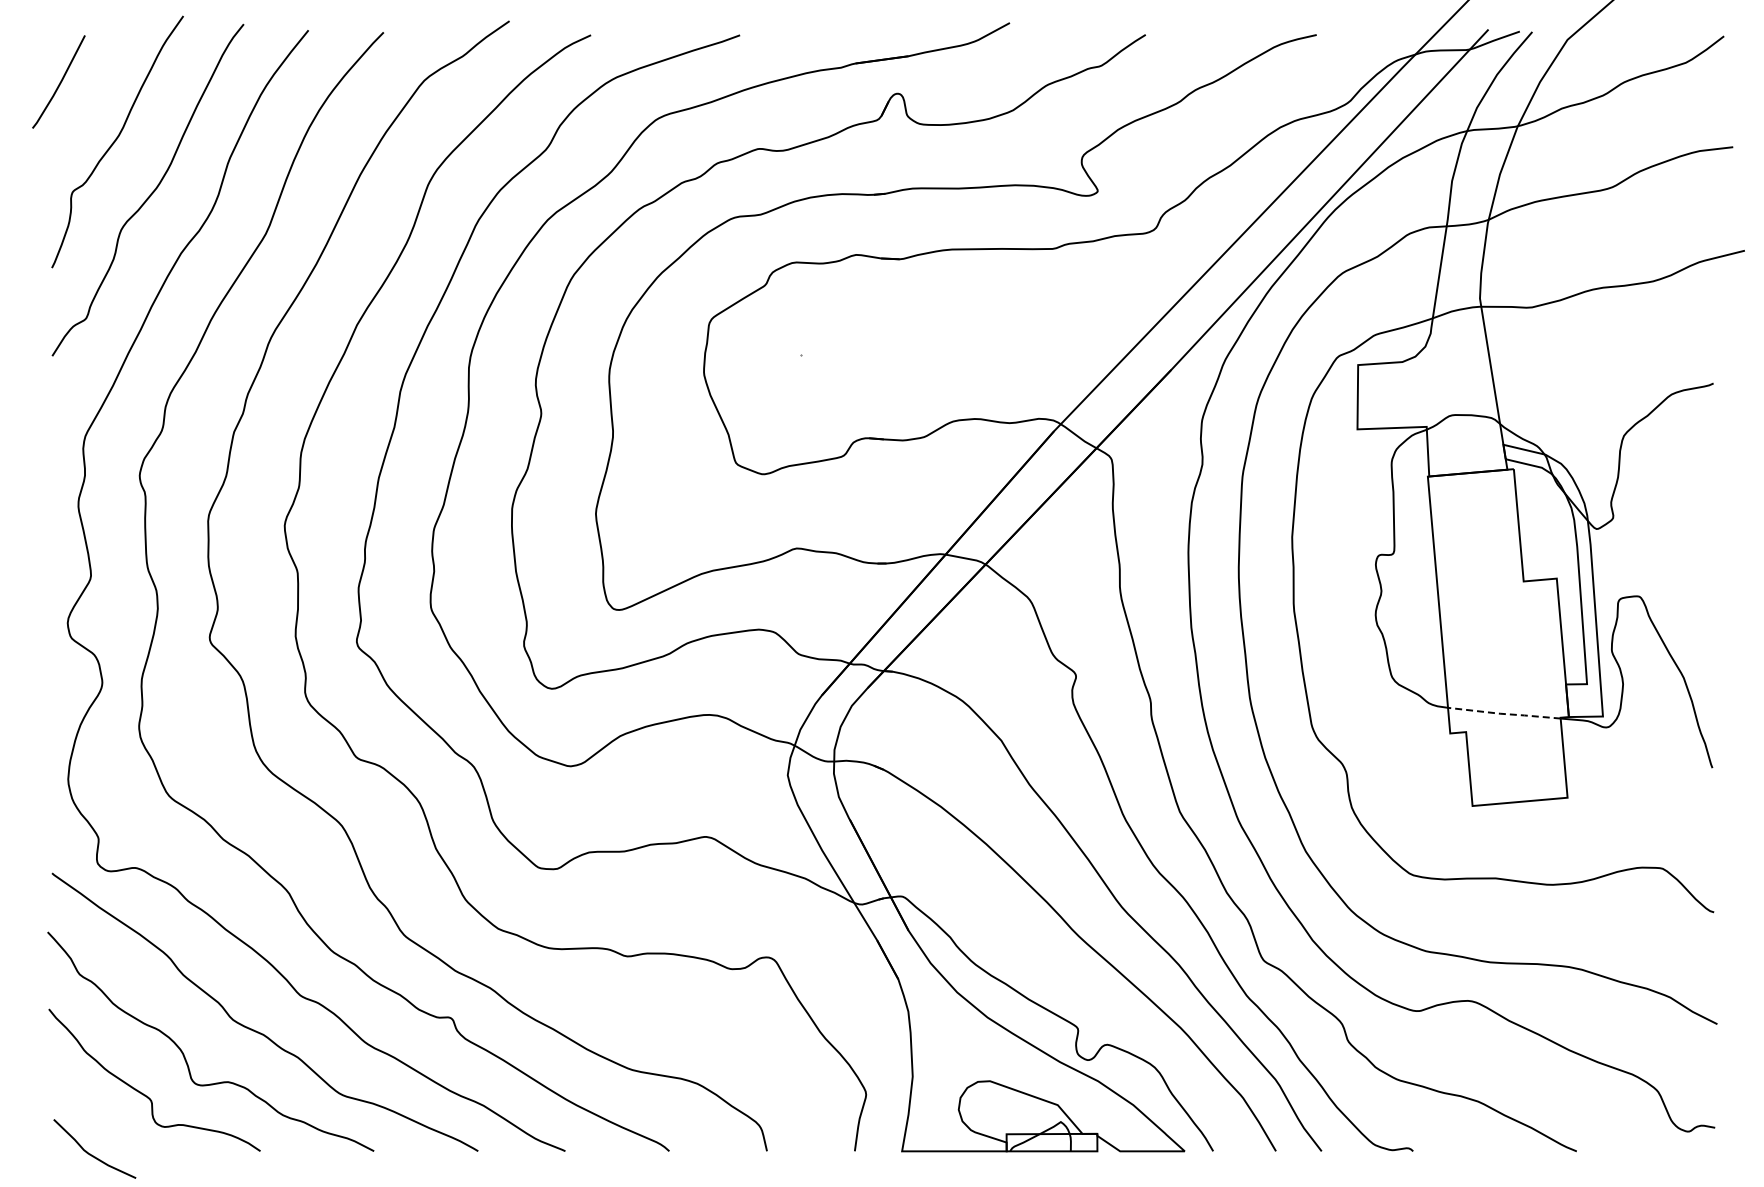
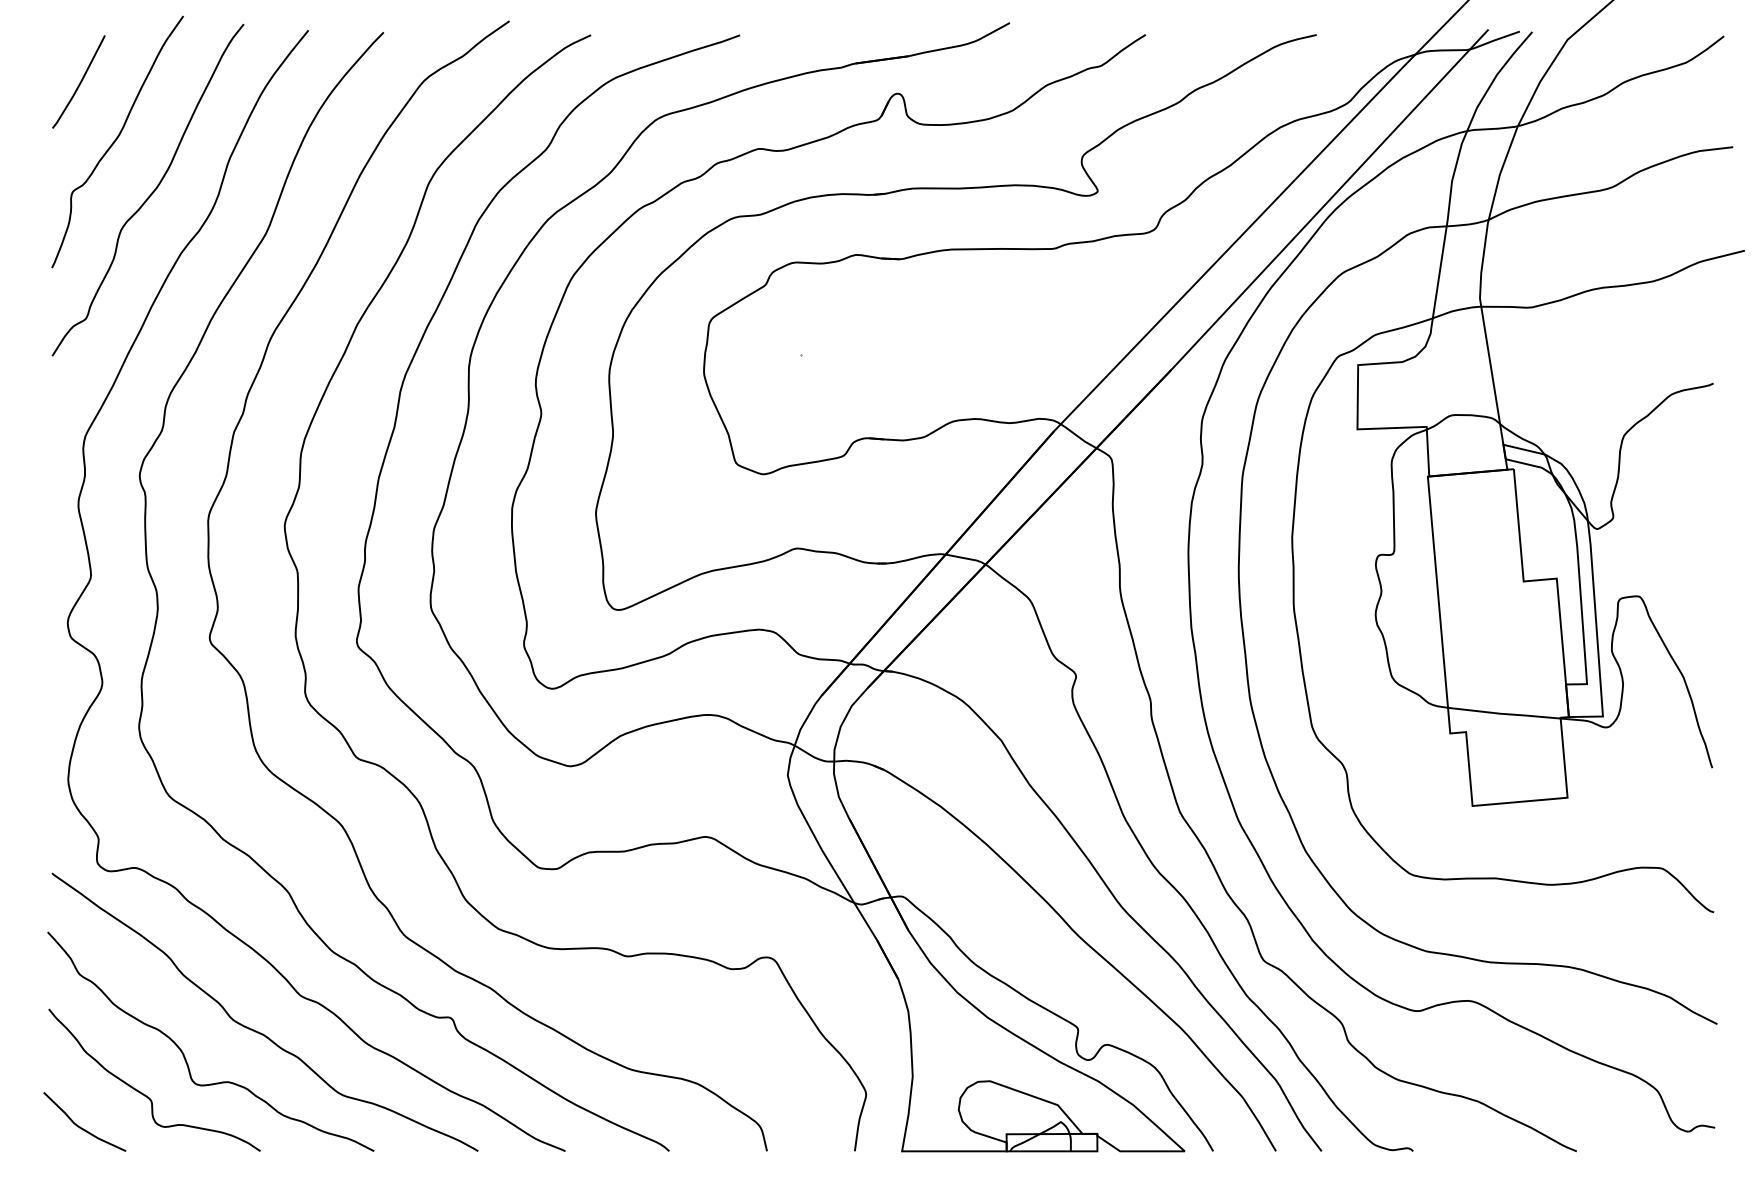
line at (59, 82) position: (59, 82) -> (79, 82)
line at (1503, 714): dashed -> solid
curve at (92, 1154) position: (92, 1154) -> (82, 1127)
